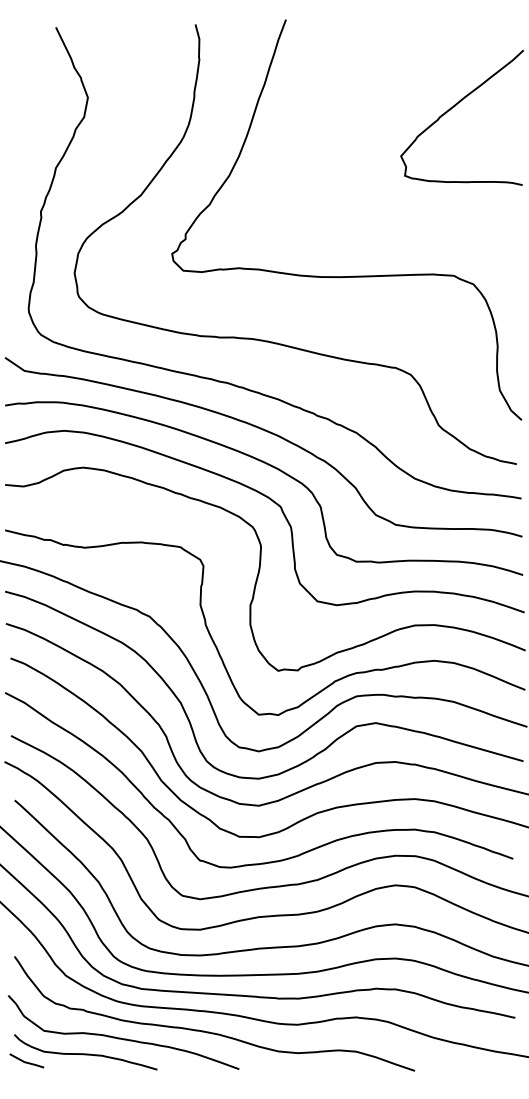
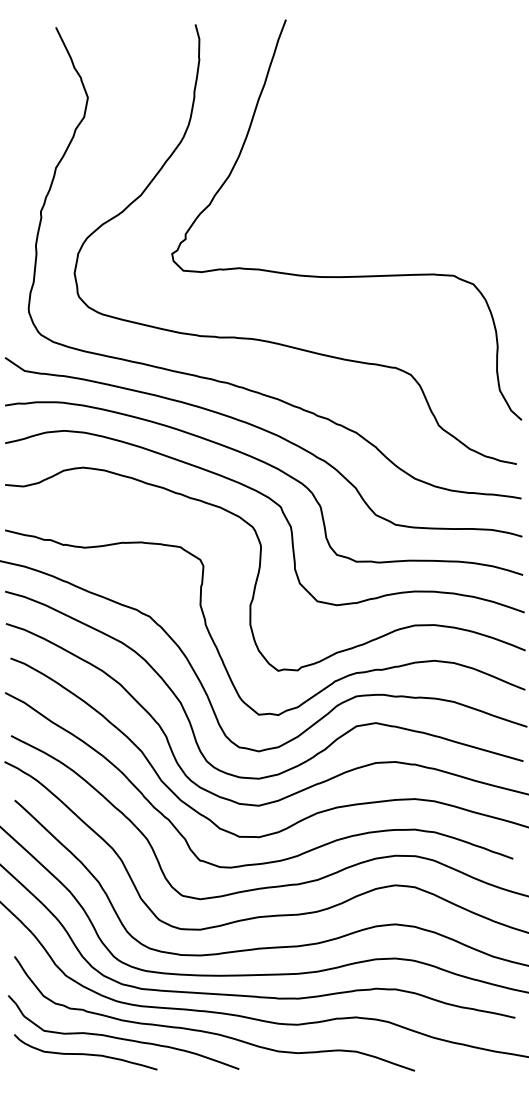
curve at (454, 107): present -> none
line at (26, 1061): present -> none
